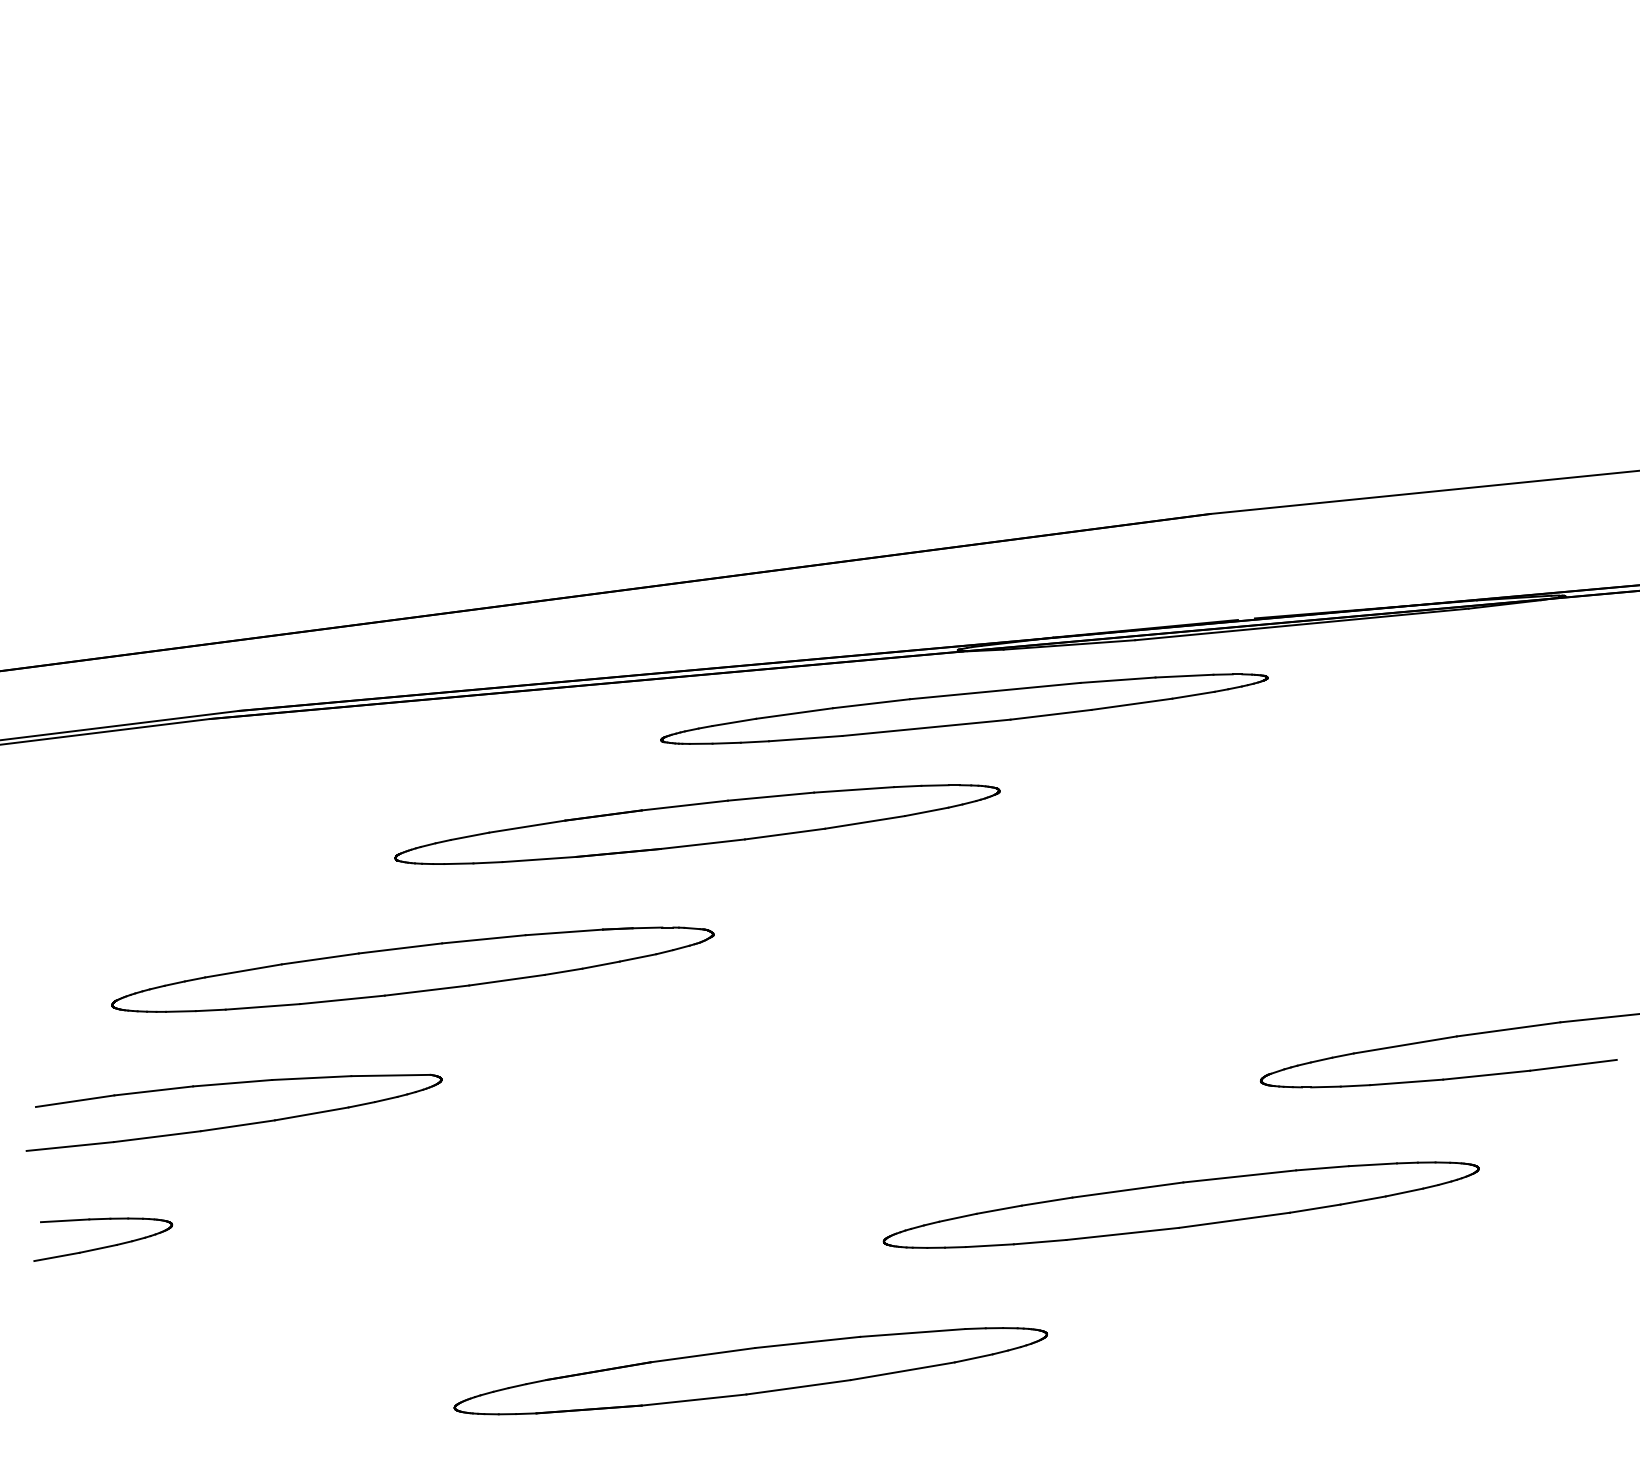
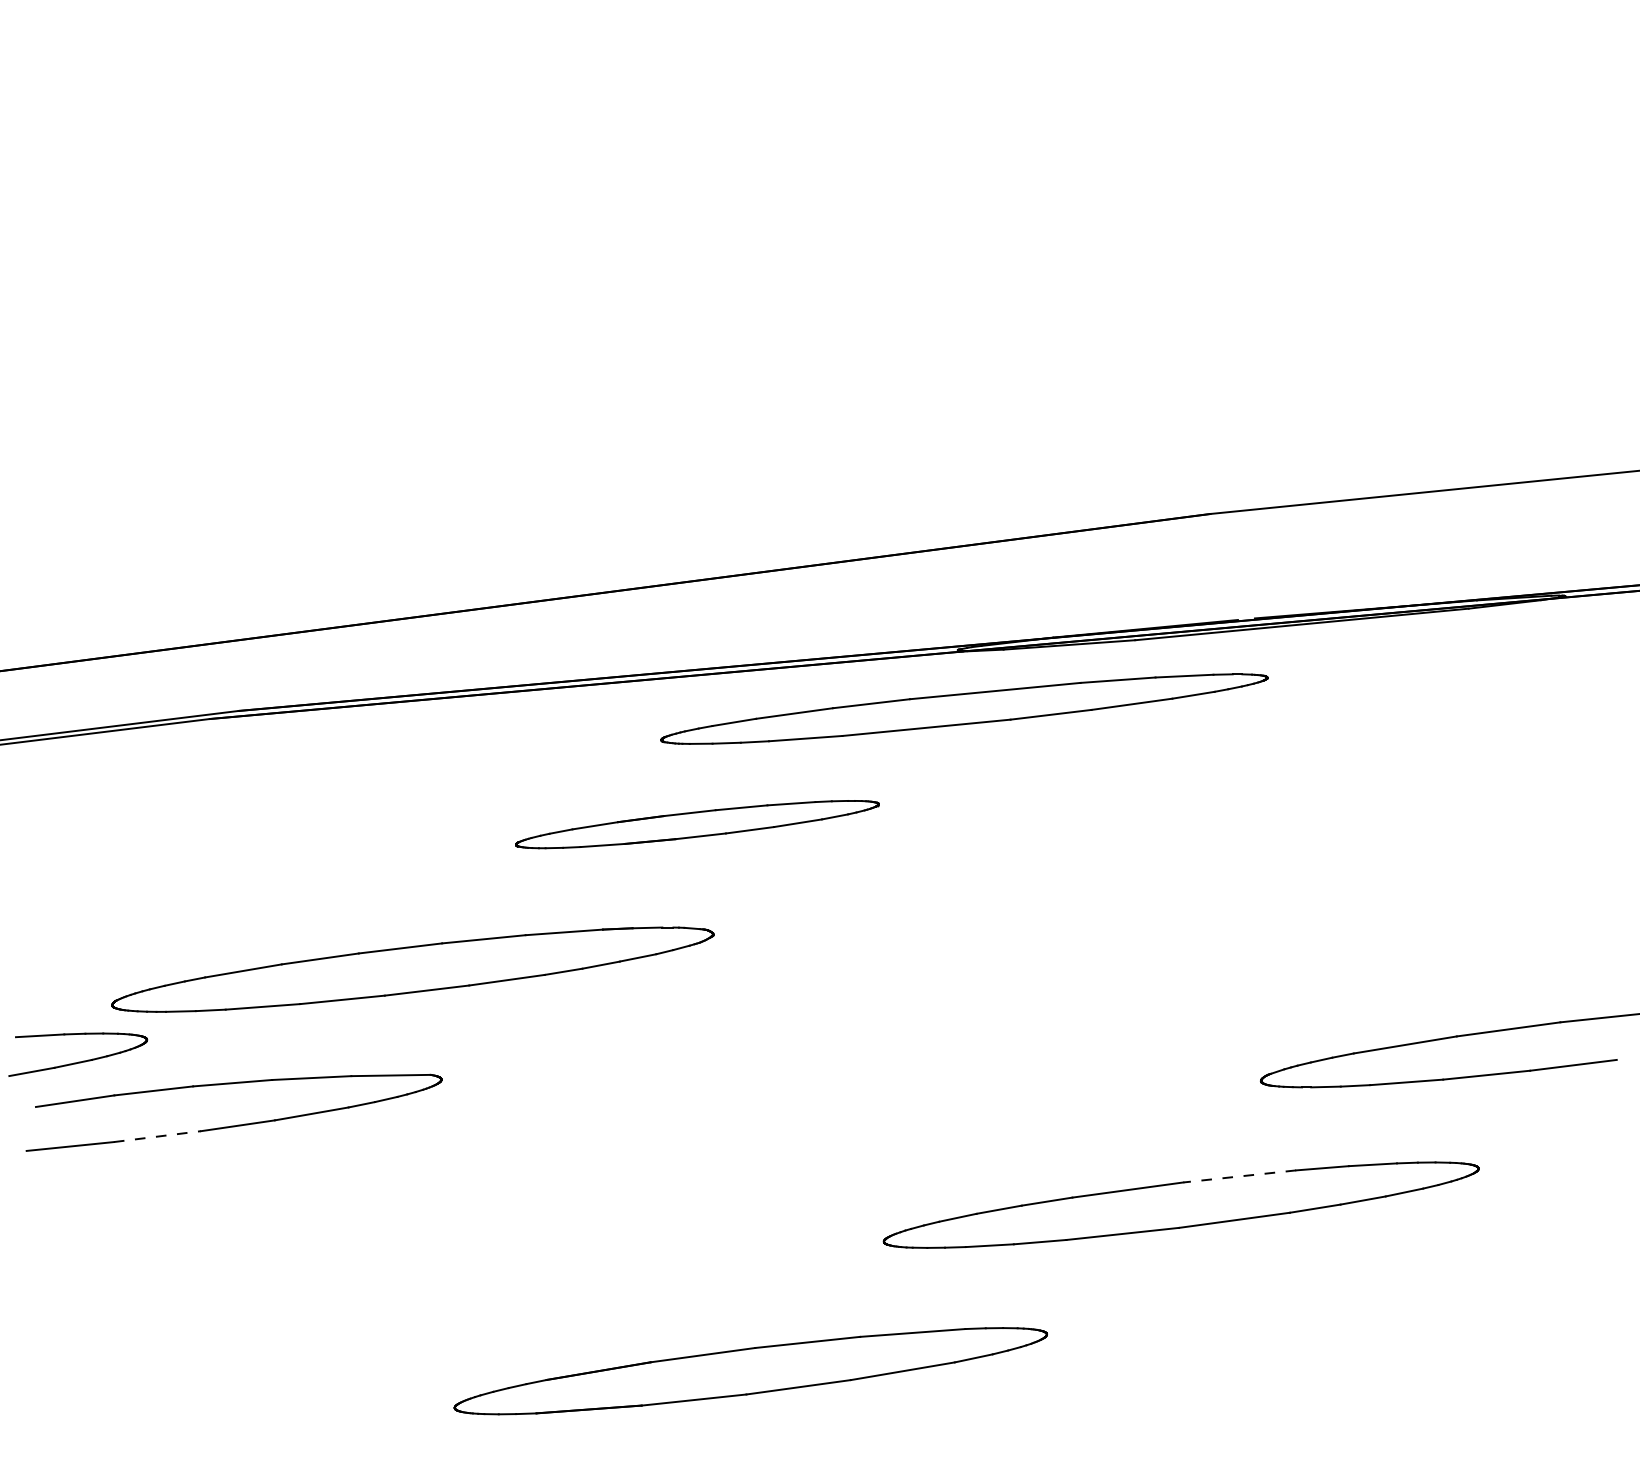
part at (697, 824) size: 607x81 px -> 365x50 px
line at (157, 1136): solid -> dashed
line at (1239, 1176): solid -> dashed
part at (103, 1246) position: (103, 1246) -> (78, 1061)
